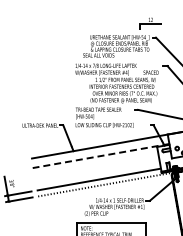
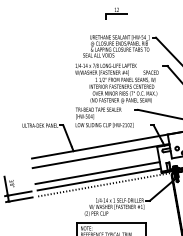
part at (150, 23) position: (150, 23) -> (116, 13)
line at (100, 156): dashed -> solid
line at (97, 173): none -> present
